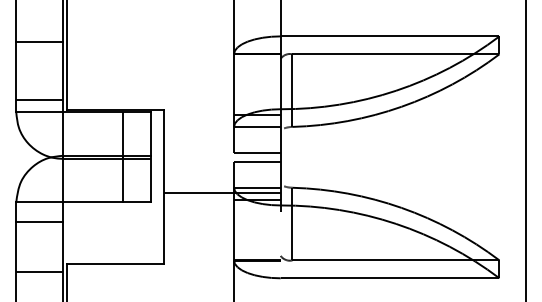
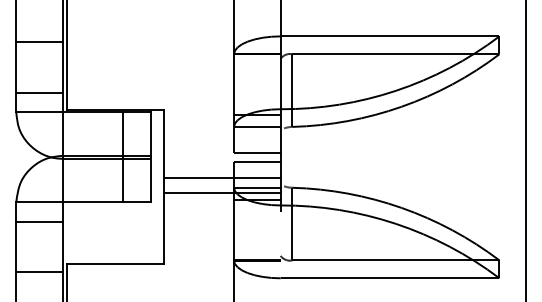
line at (39, 99) position: (39, 99) -> (39, 92)
line at (222, 178): none -> present
